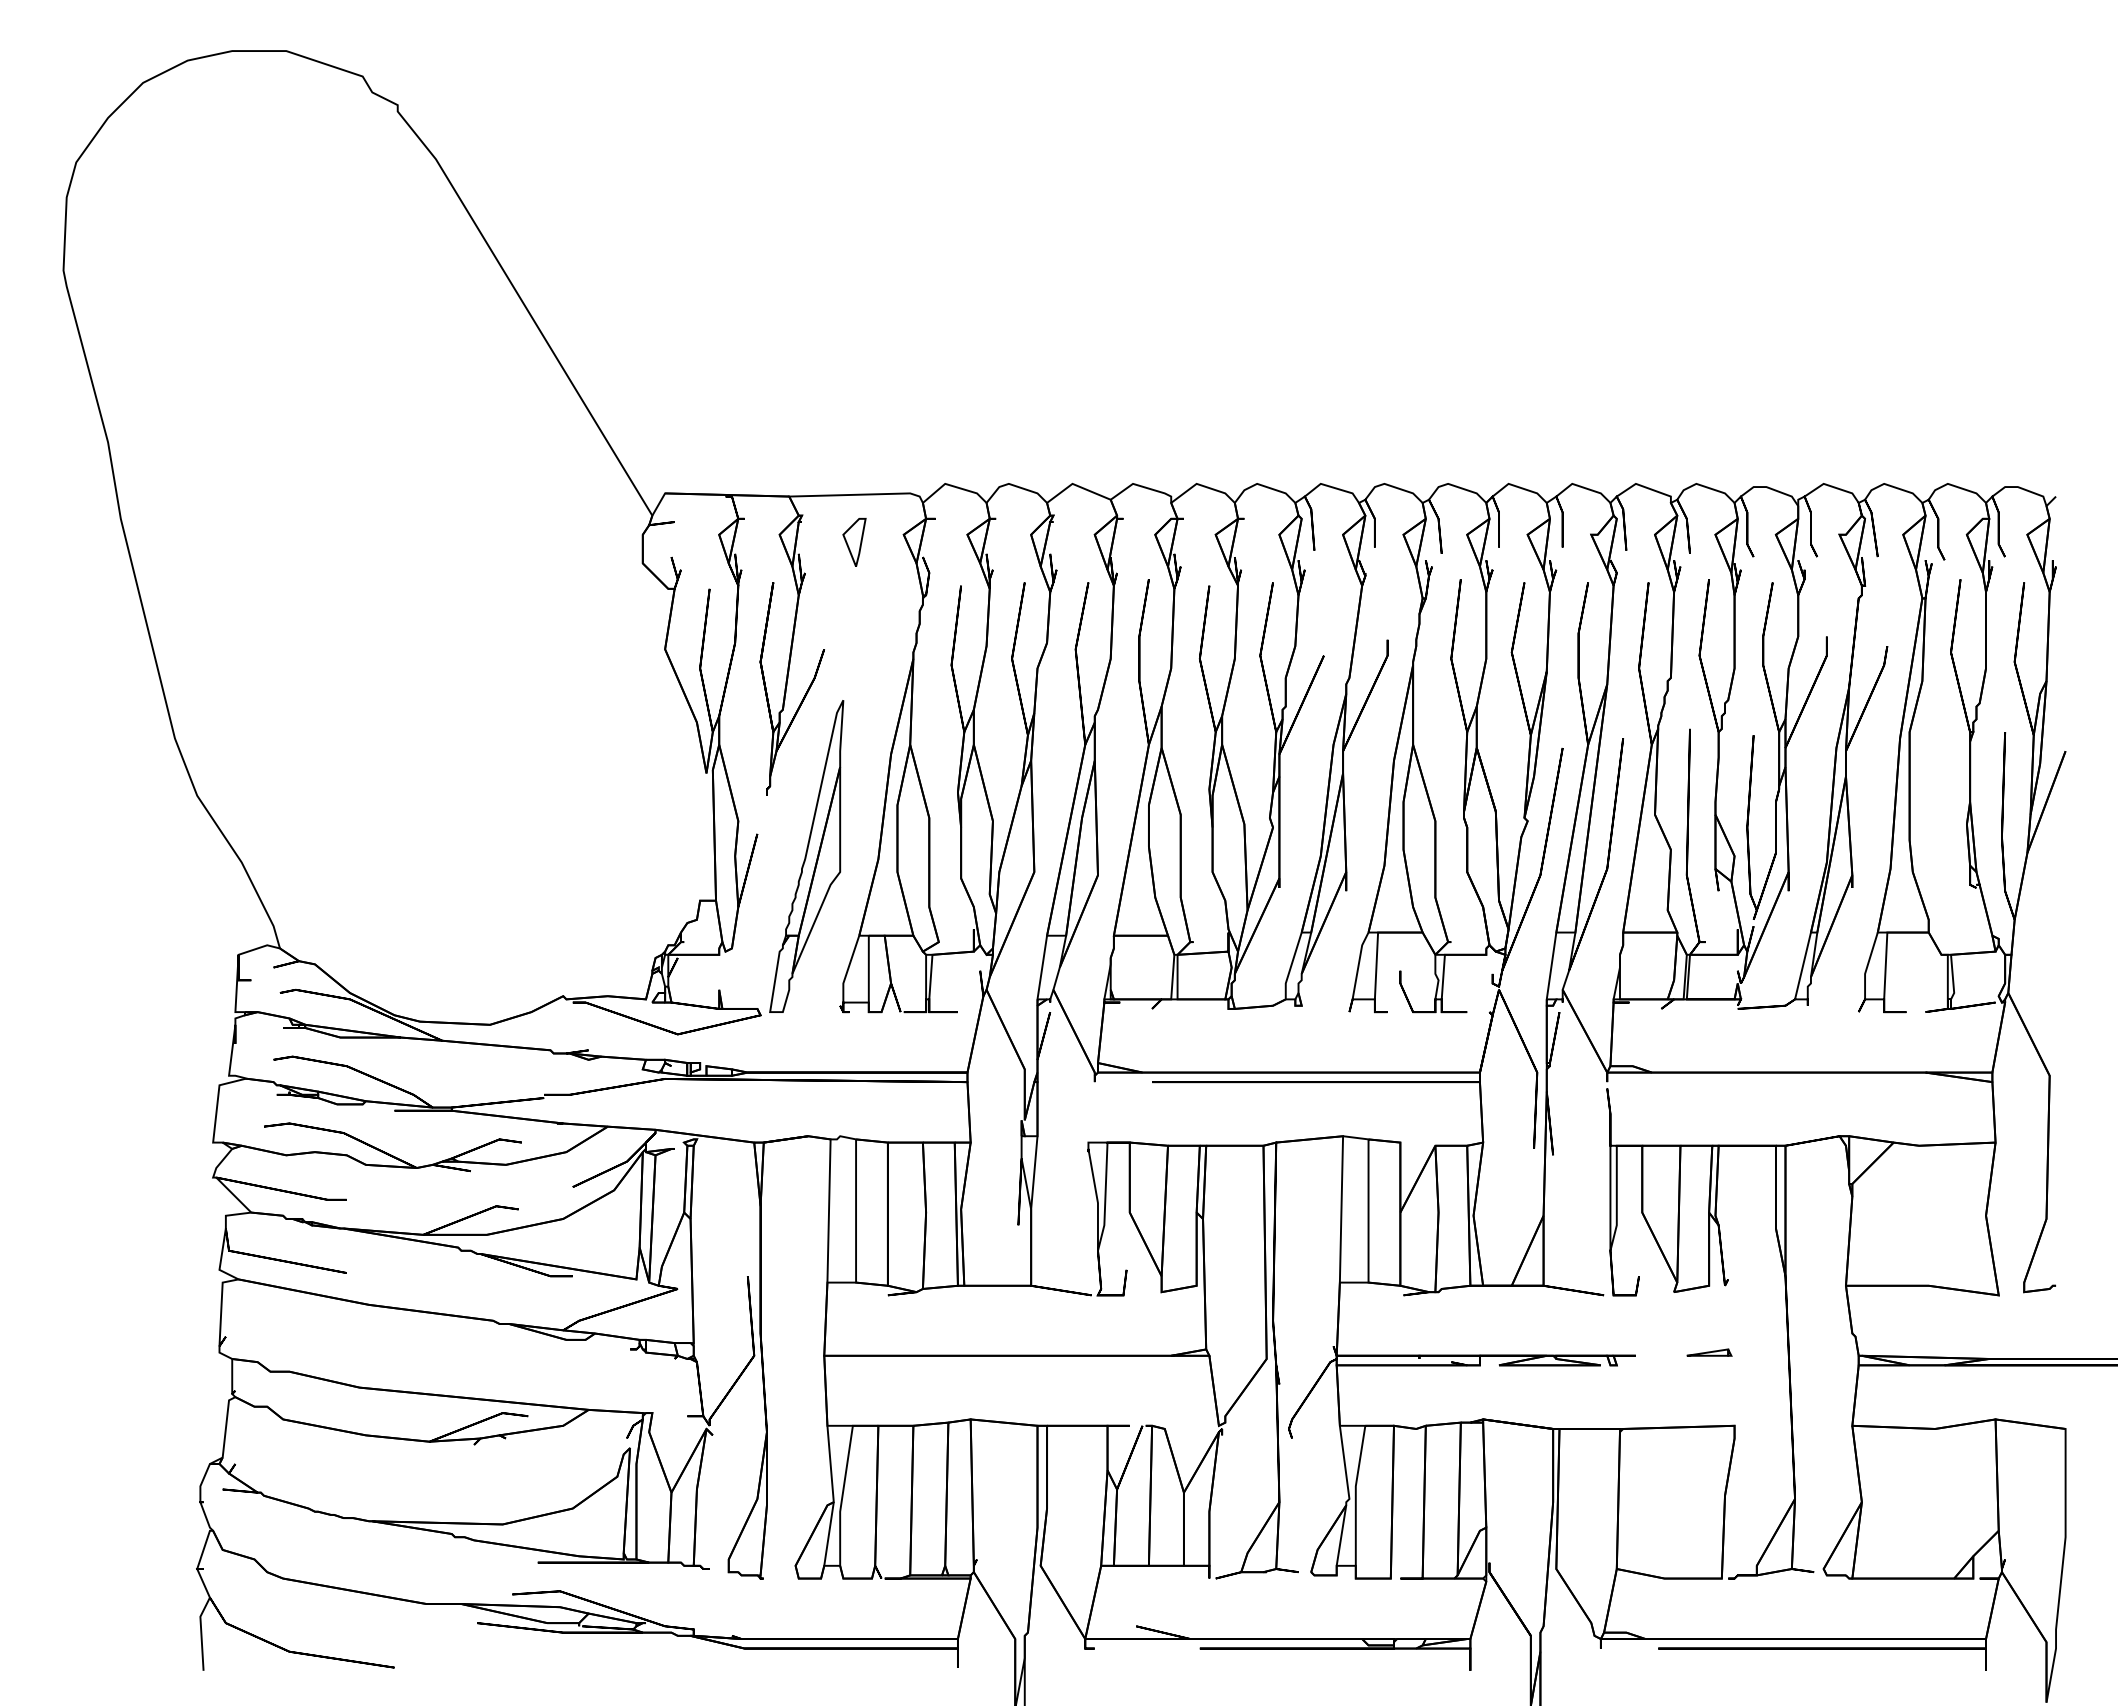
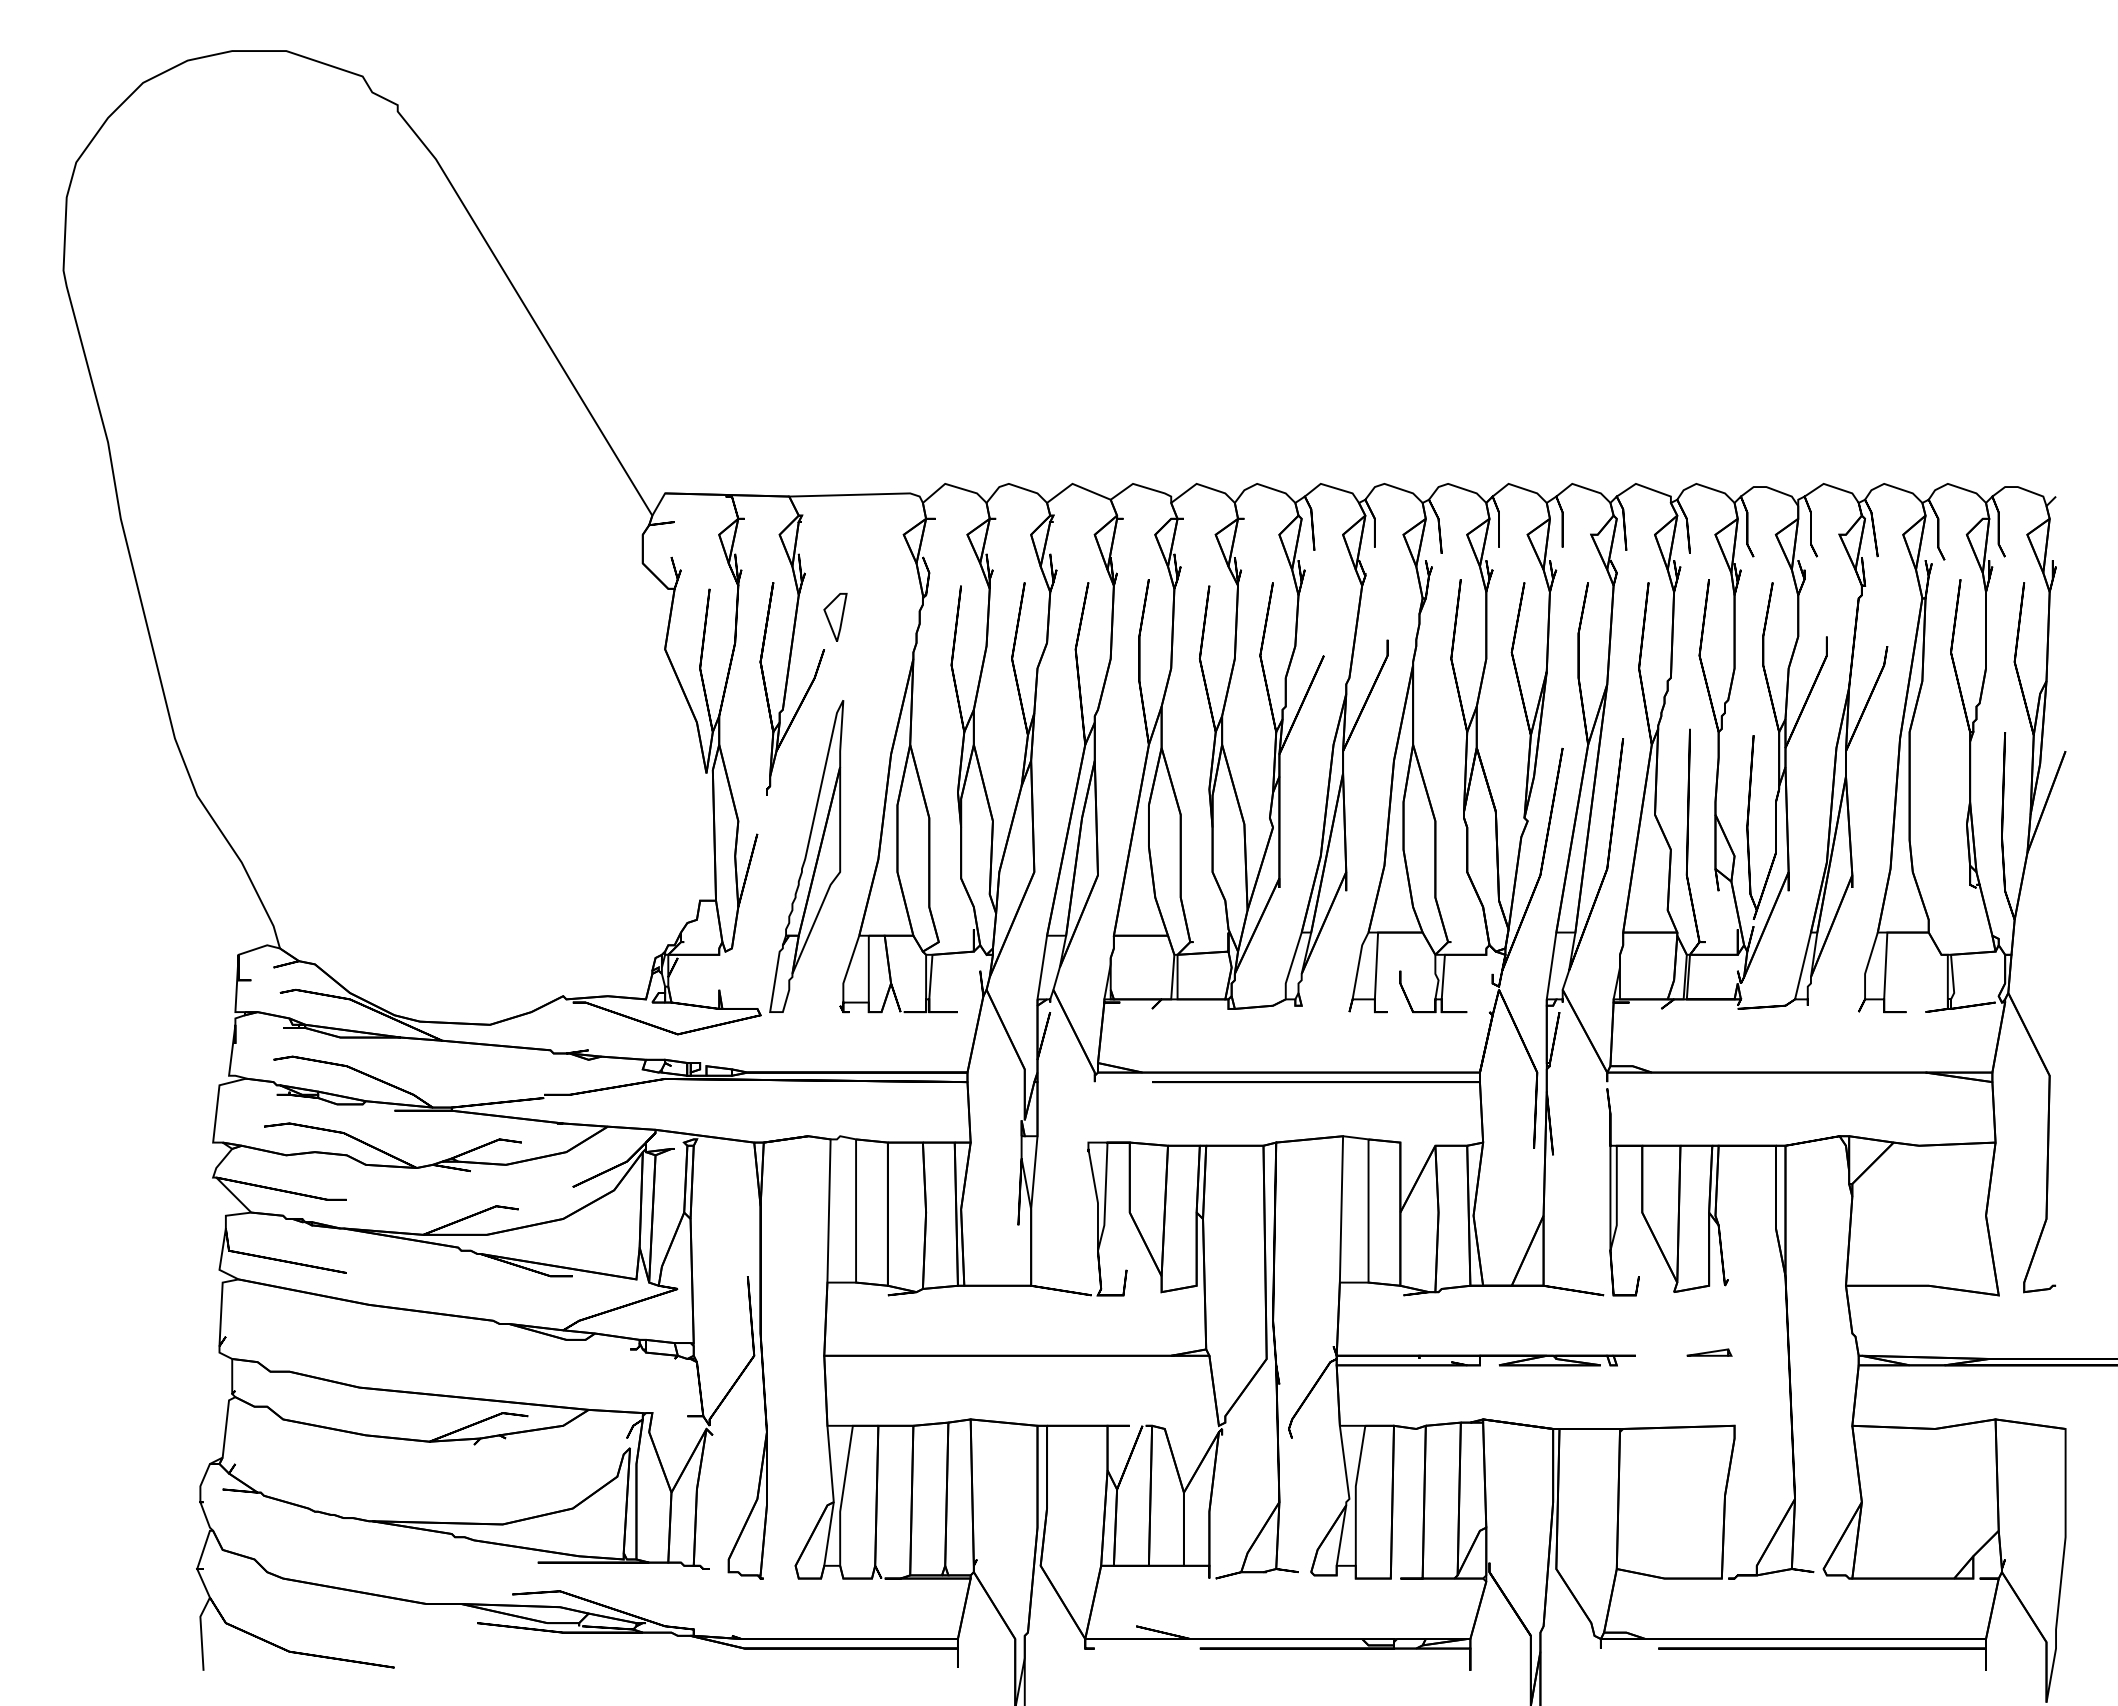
part at (854, 542) position: (854, 542) -> (835, 617)
